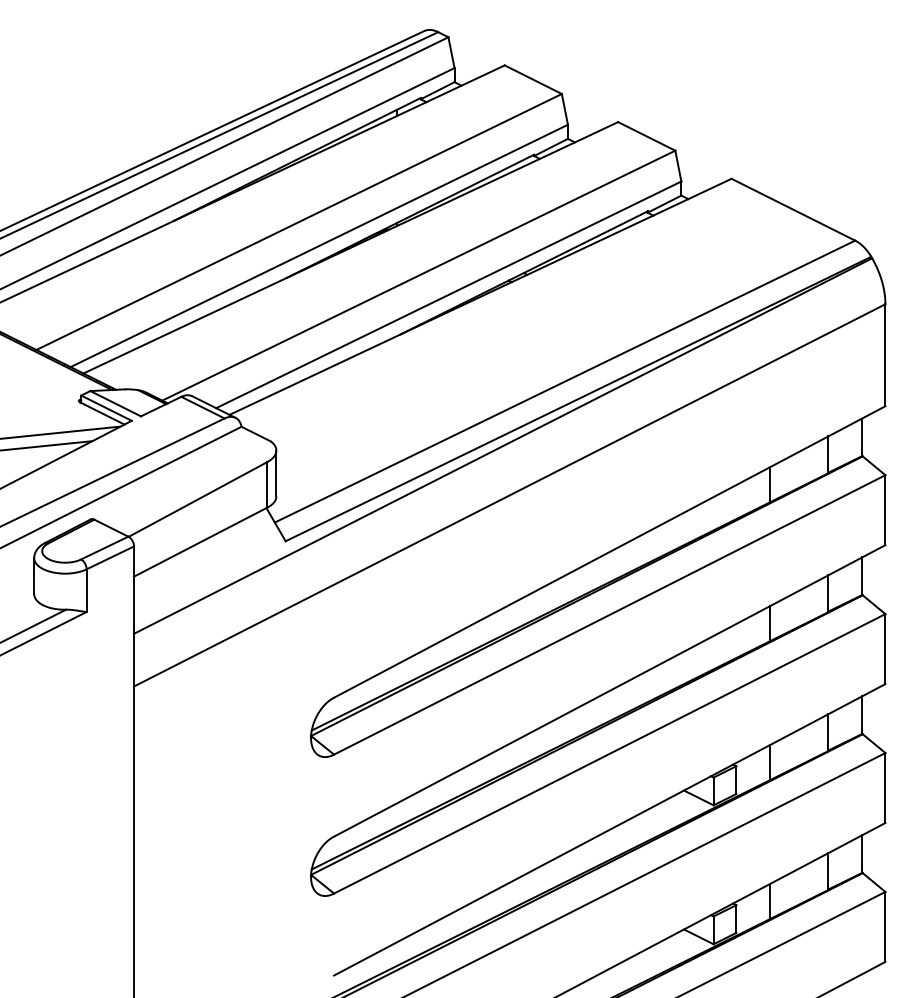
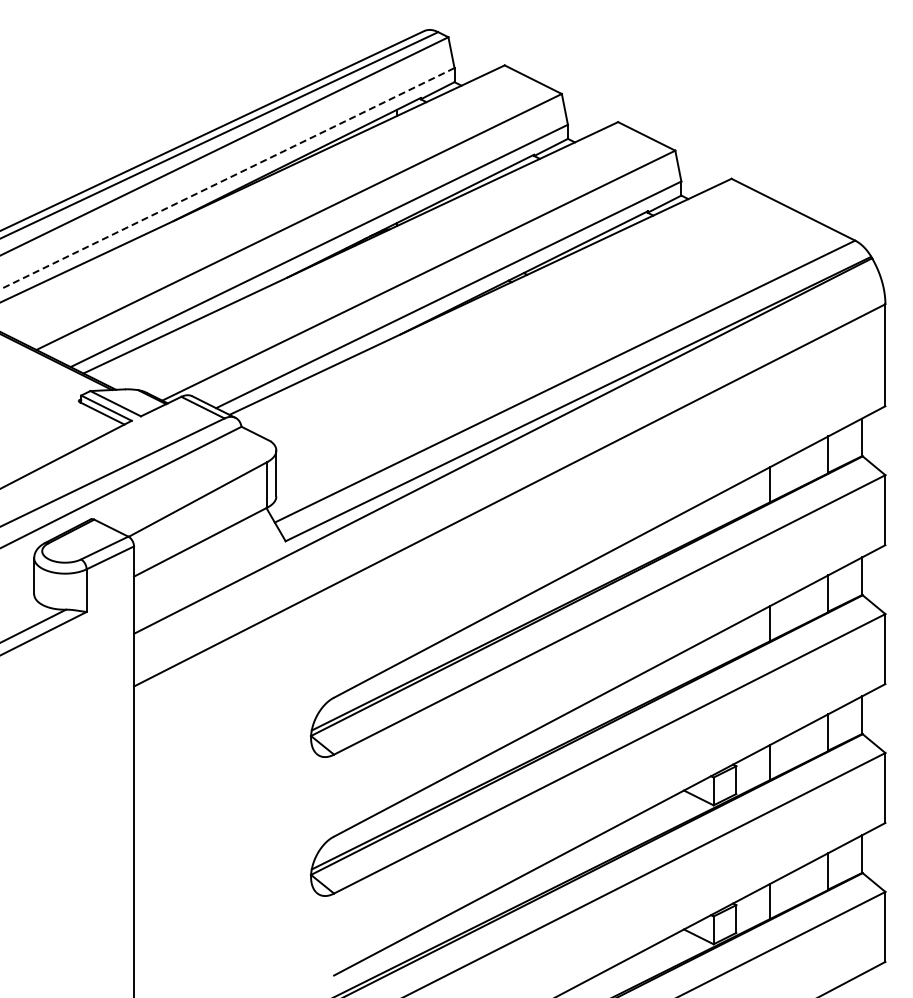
line at (227, 178): solid -> dashed
line at (61, 432): present -> none
line at (47, 445): present -> none
